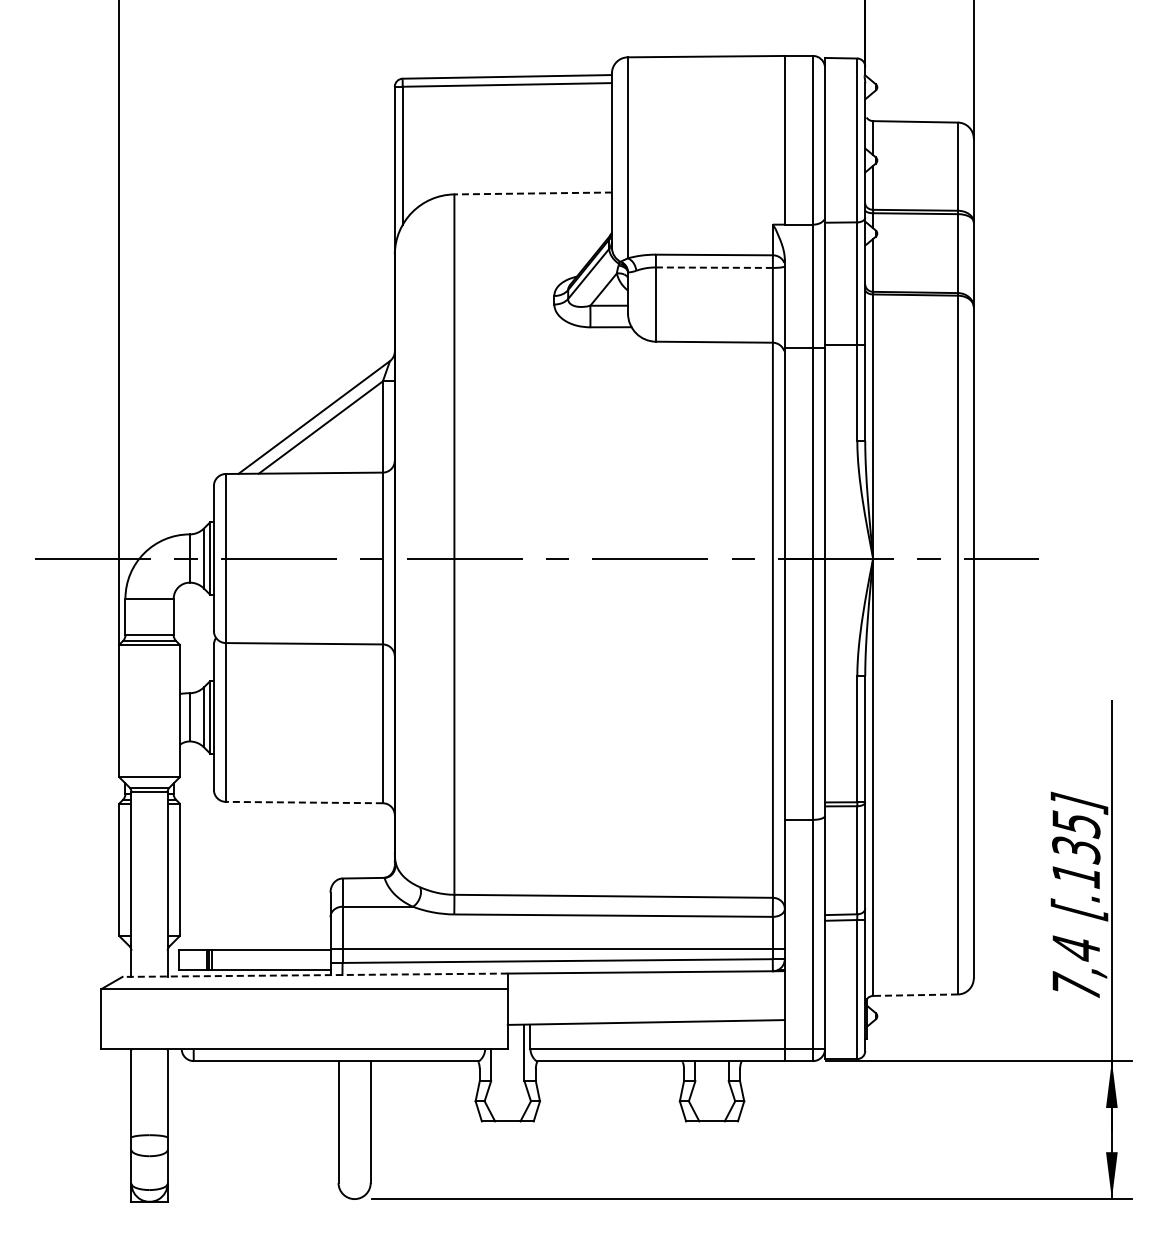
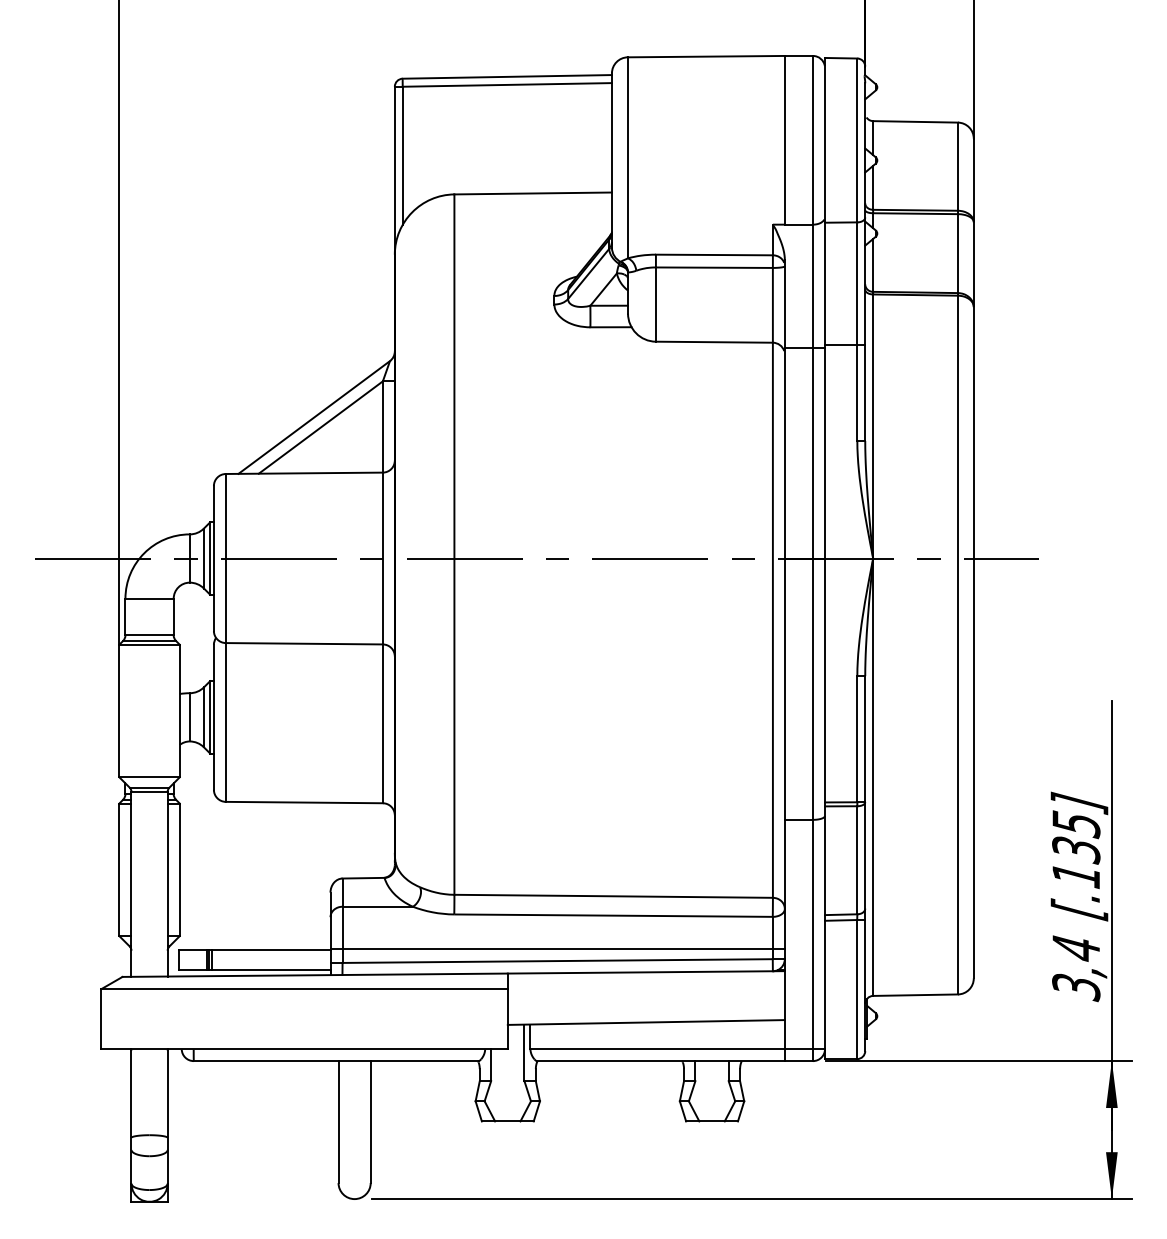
line at (533, 193): dashed -> solid
line at (713, 267): dashed -> solid
line at (304, 802): dashed -> solid
line at (315, 975): dashed -> solid
text at (1076, 986): 7,4 -> 3,4
line at (915, 995): dashed -> solid
